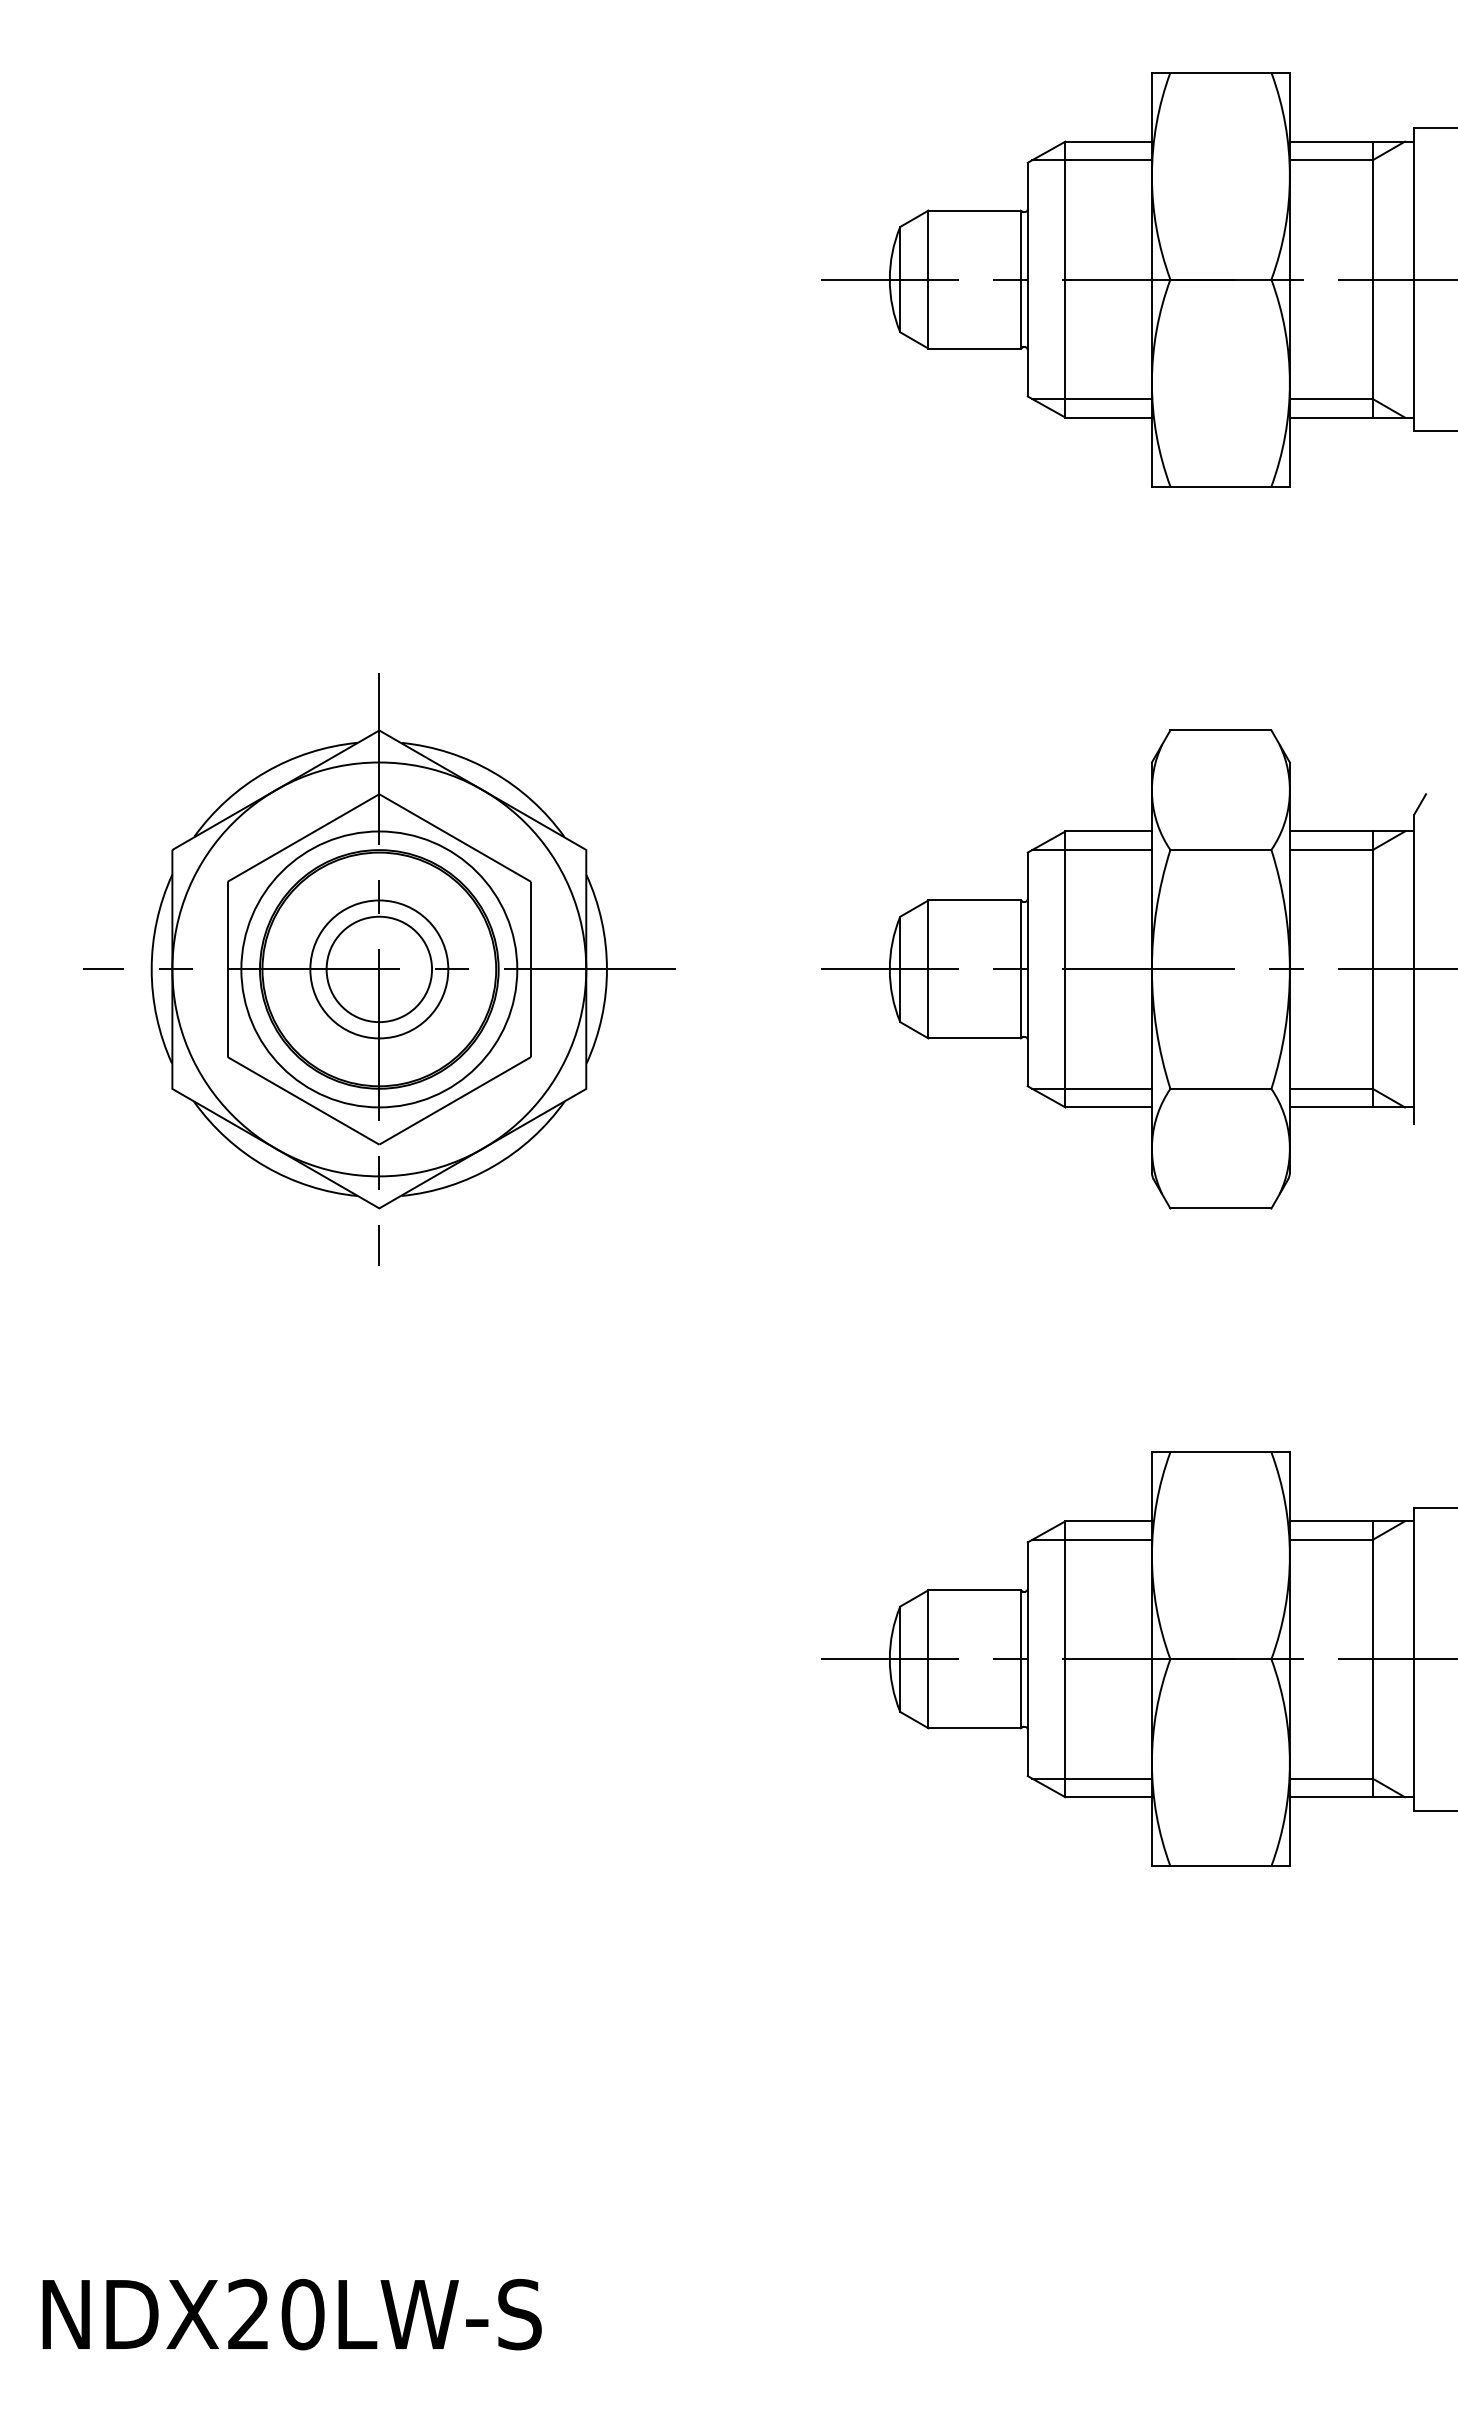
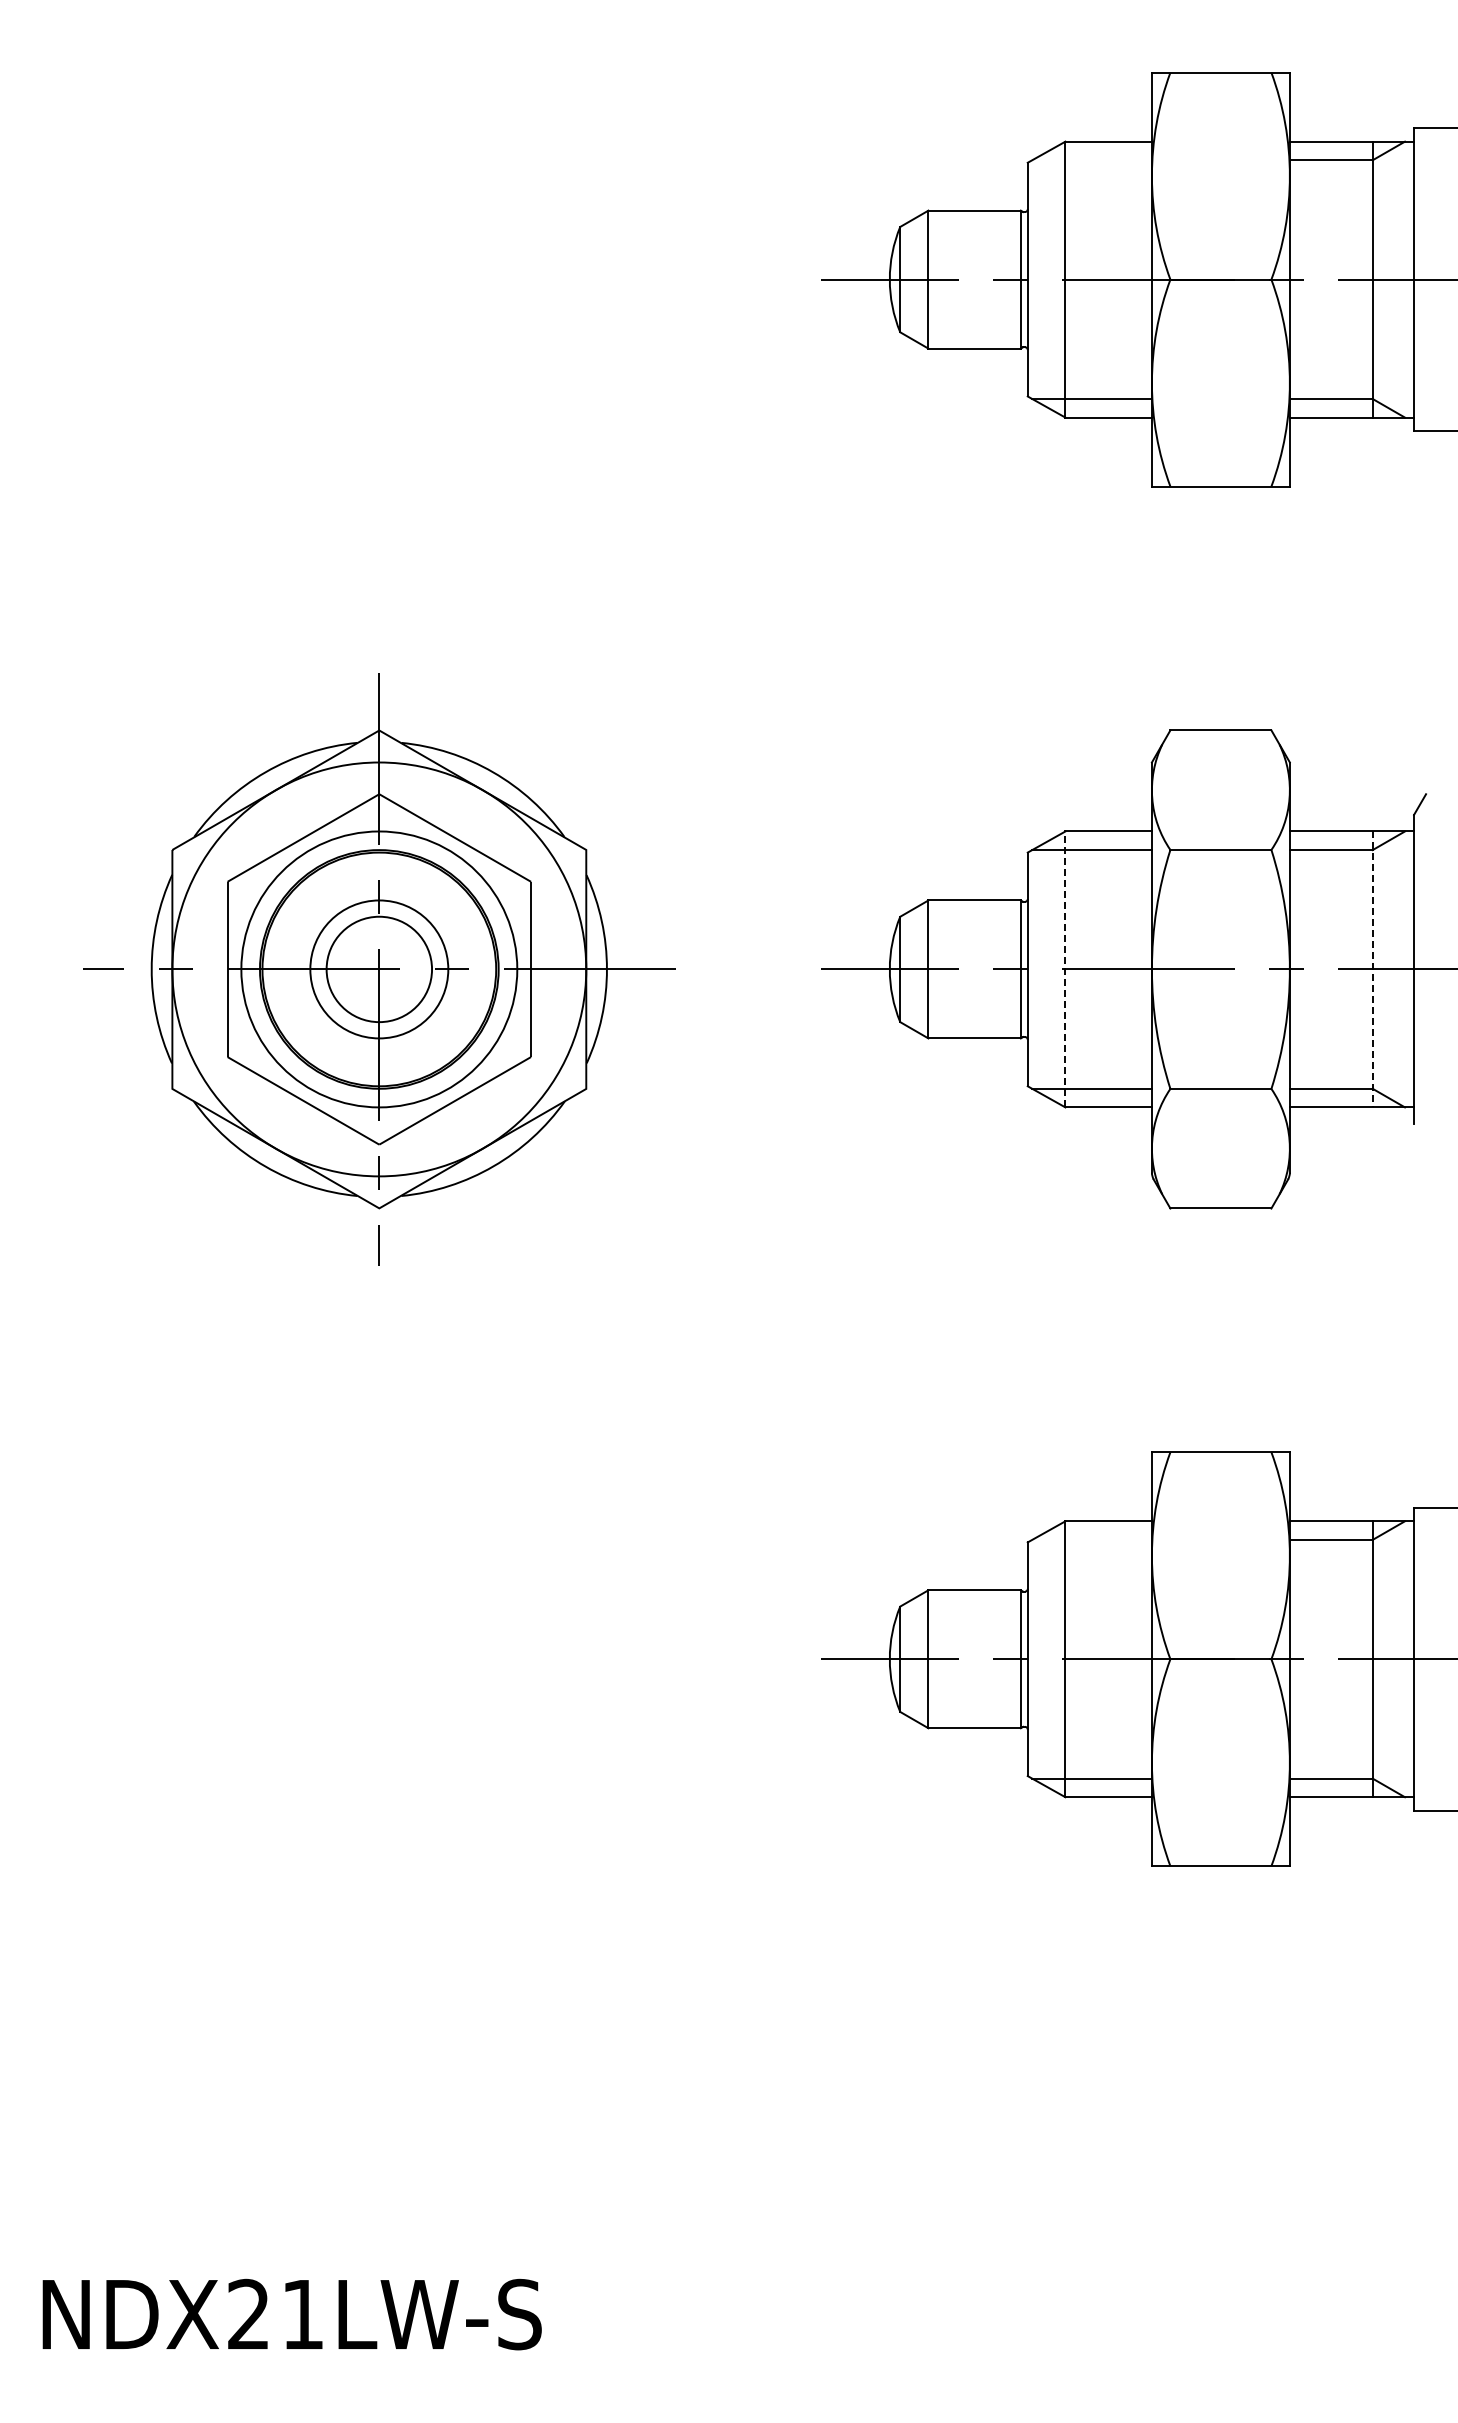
line at (1091, 160): present -> none
line at (1065, 969): solid -> dashed
line at (1372, 969): solid -> dashed
line at (1091, 1539): present -> none
text at (302, 2314): NDX20LW-S -> NDX21LW-S
